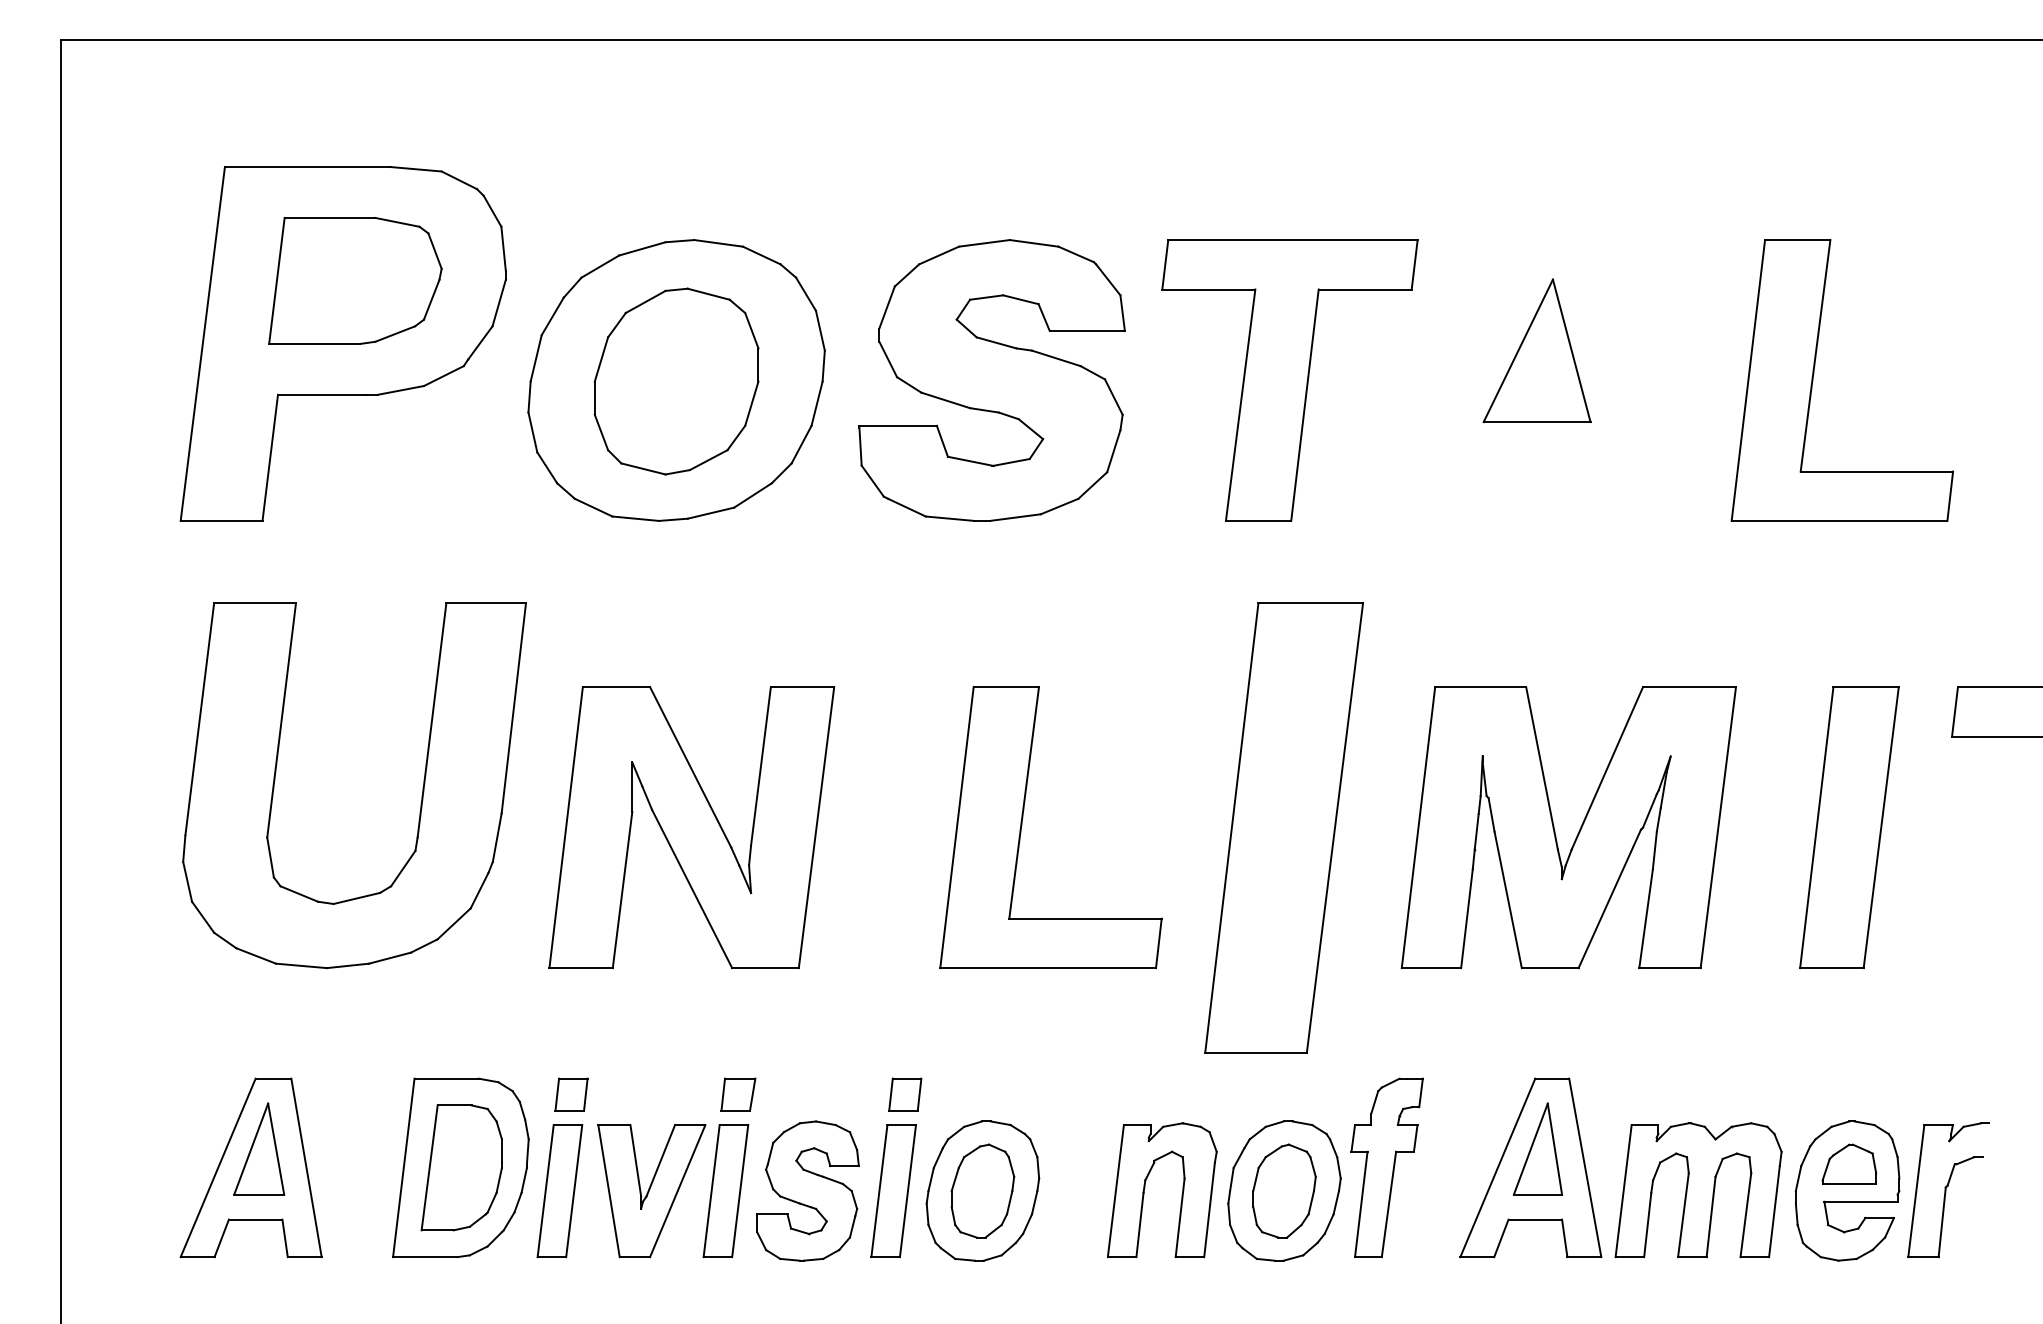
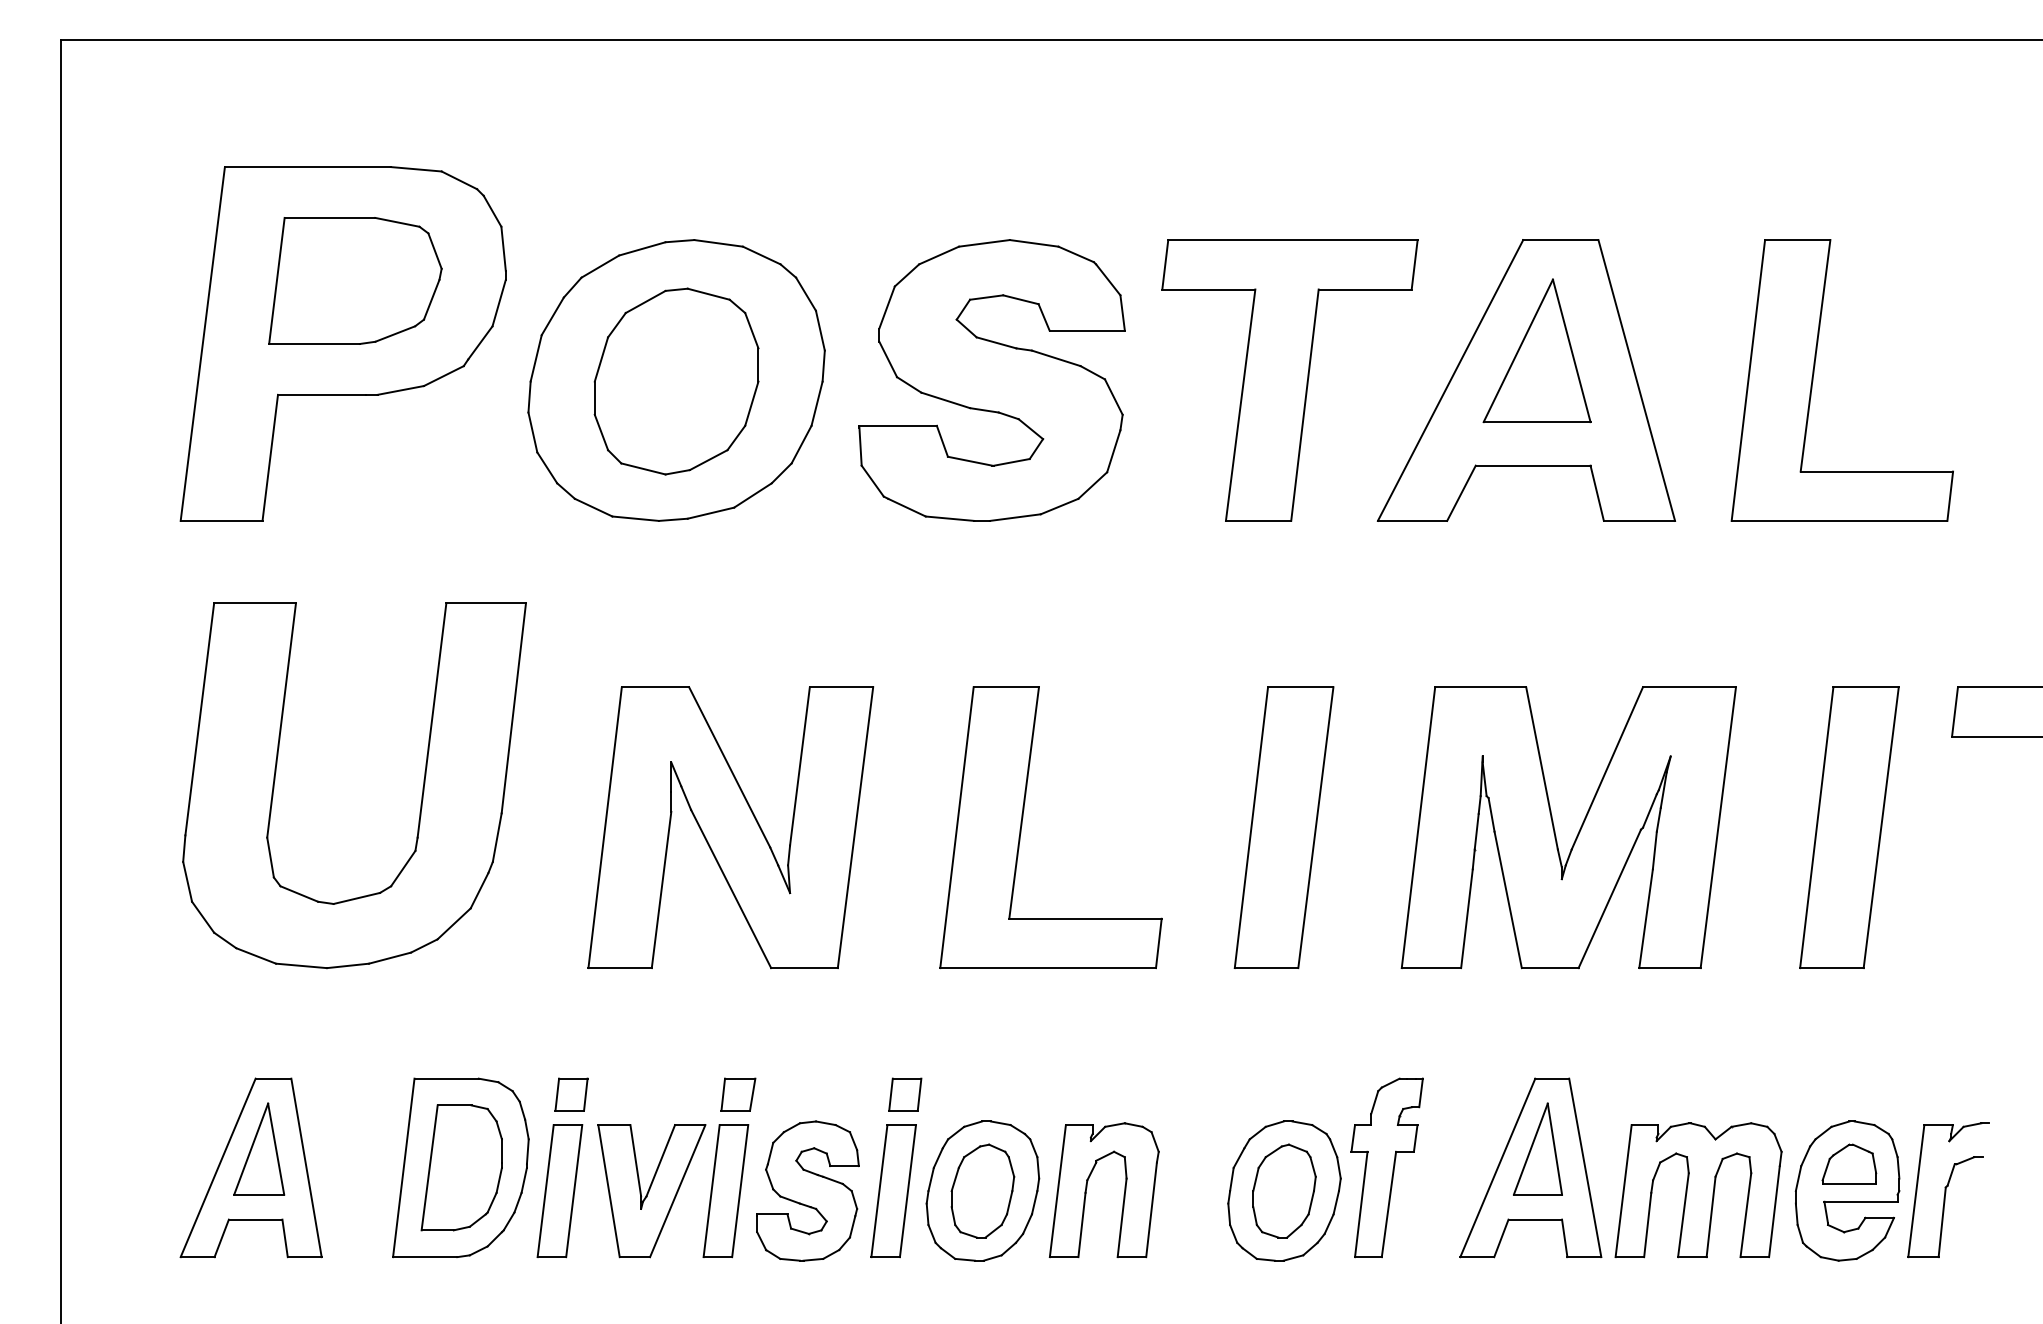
part at (1526, 380): none -> present
part at (691, 827) position: (691, 827) -> (730, 827)
part at (1283, 827) size: 160x452 px -> 102x283 px
part at (1145, 1188) position: (1145, 1188) -> (1087, 1188)
